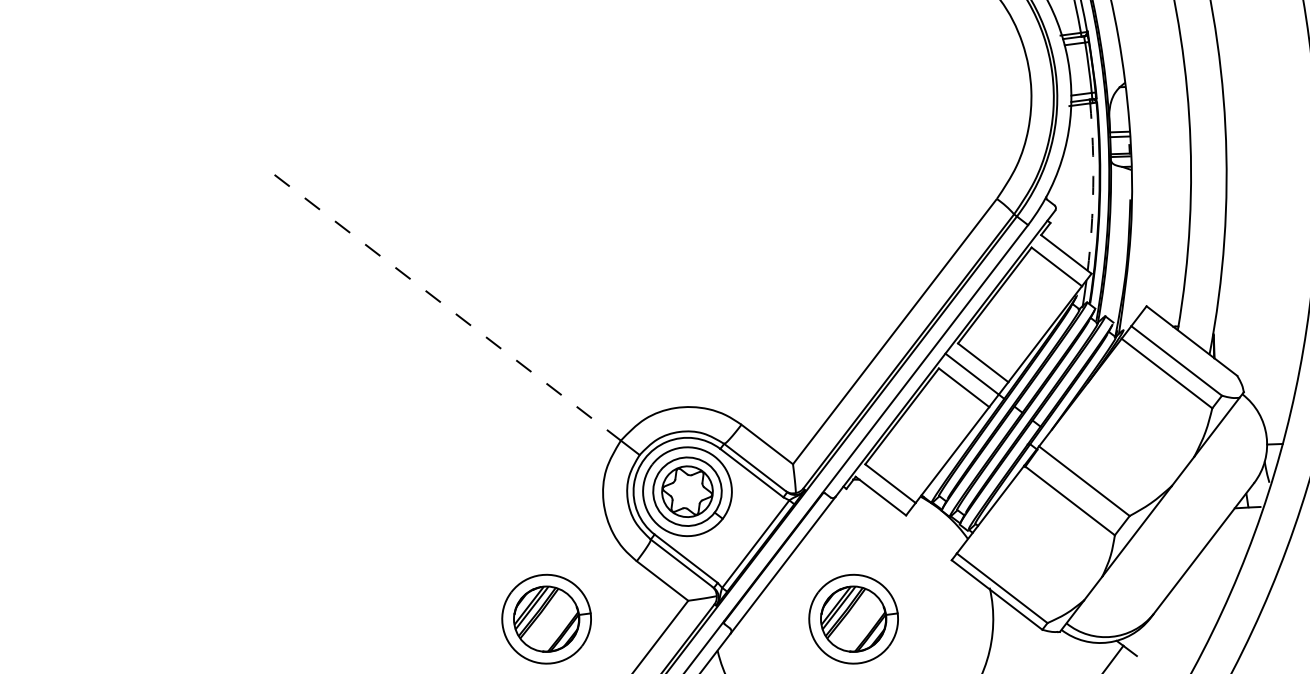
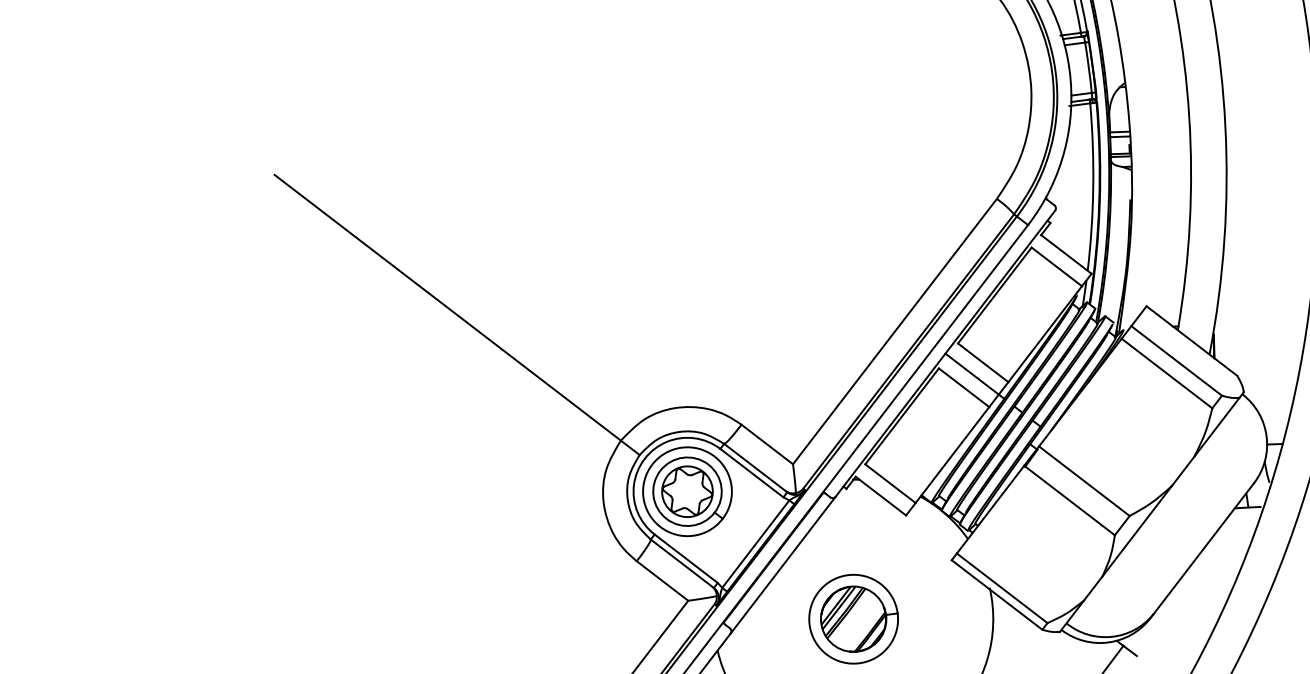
arc at (1093, 187): dashed -> solid
line at (448, 308): dashed -> solid
part at (546, 618): present -> none
